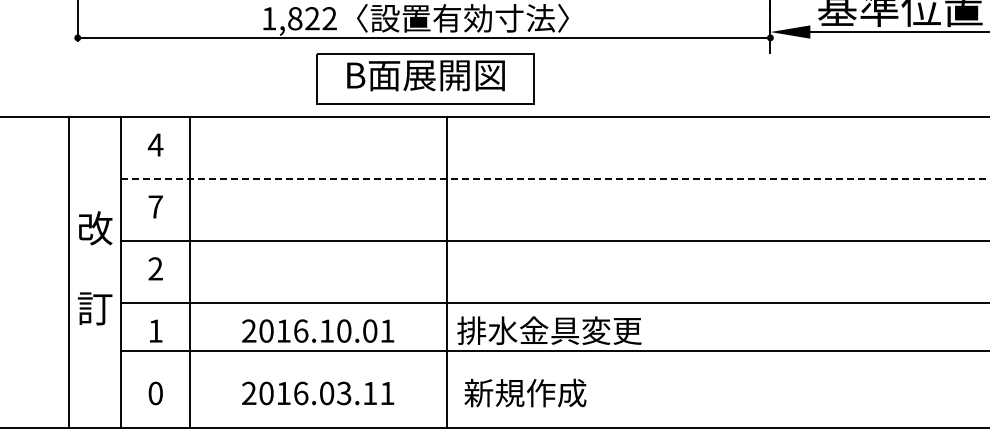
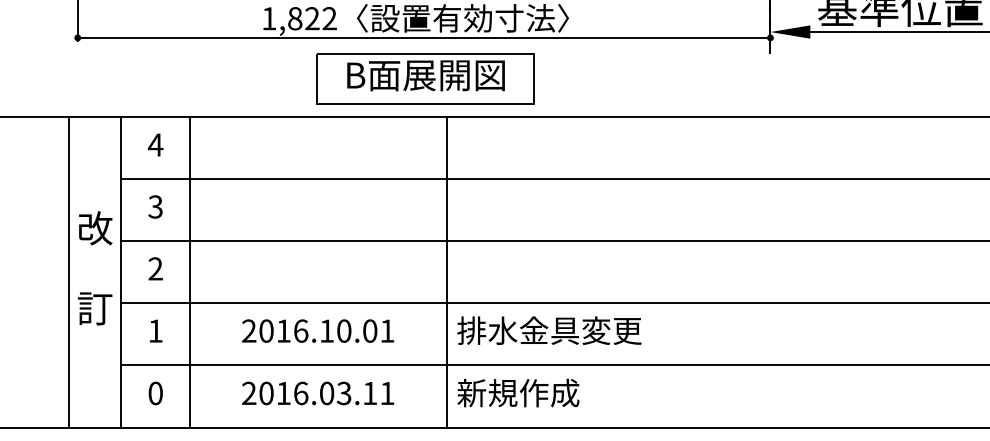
line at (555, 178): dashed -> solid
text at (155, 206): 7 -> 3
line at (553, 351) position: (553, 351) -> (553, 365)
text at (525, 392) position: (525, 392) -> (518, 392)
